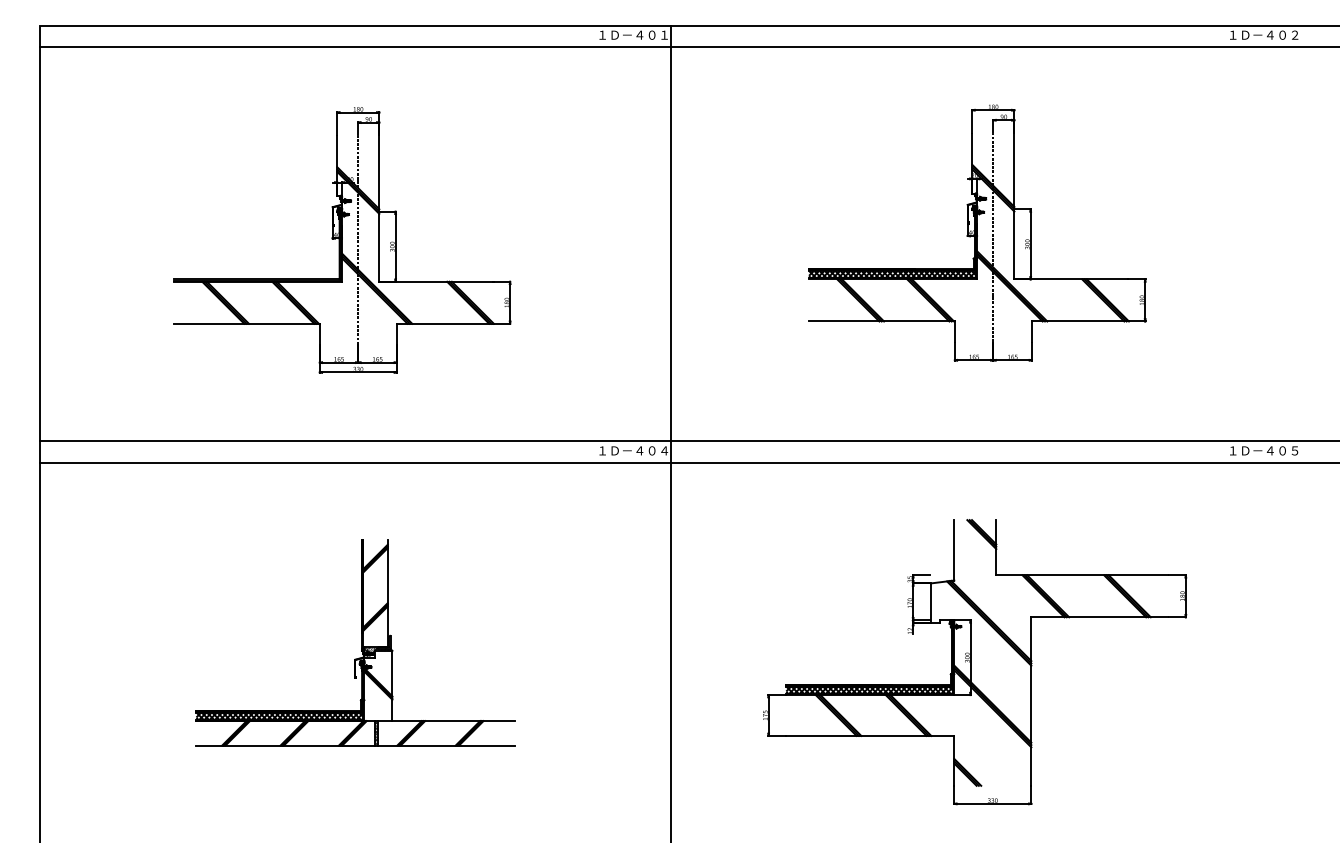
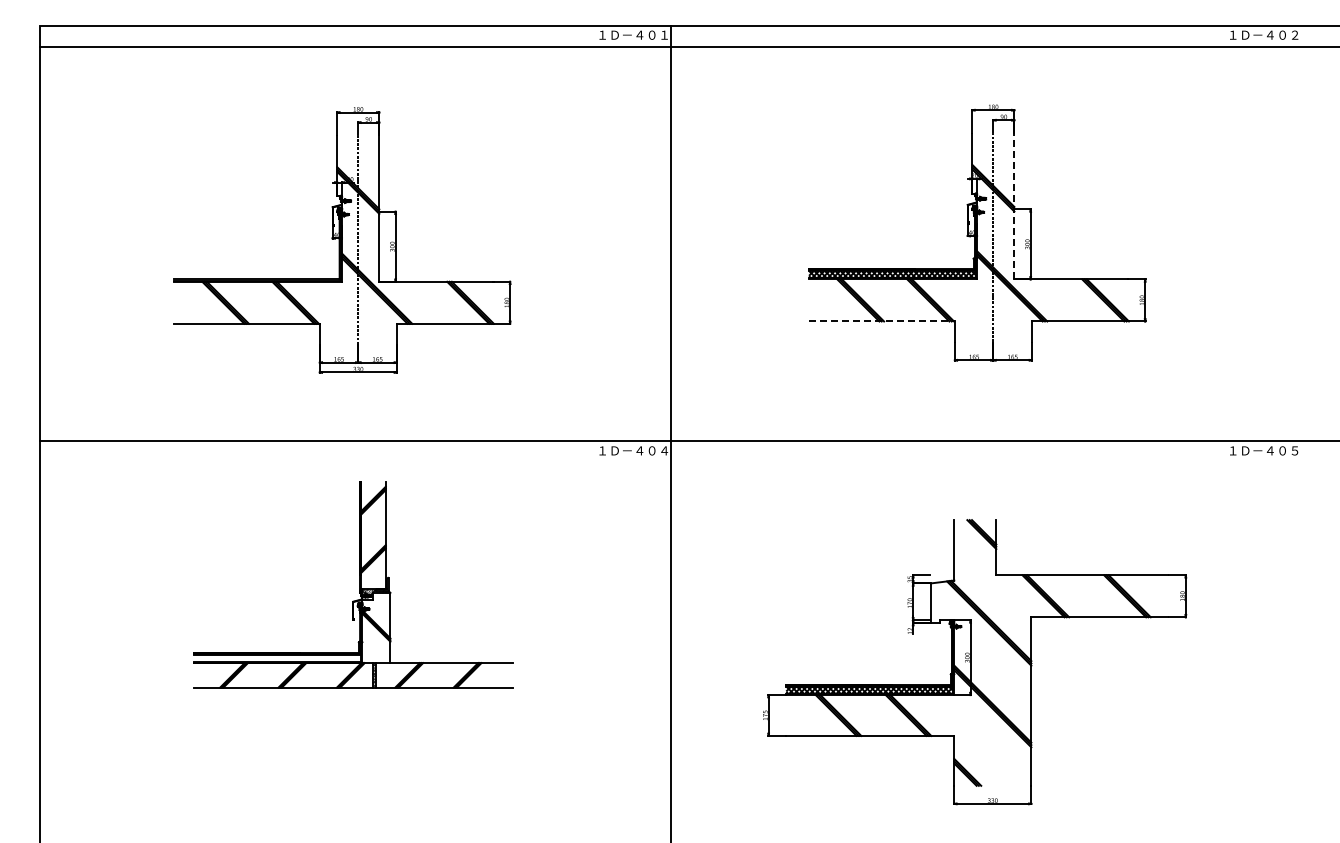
line at (1014, 206): solid -> dashed
line at (881, 321): solid -> dashed
line at (688, 463): present -> none
part at (355, 642) position: (355, 642) -> (353, 584)
